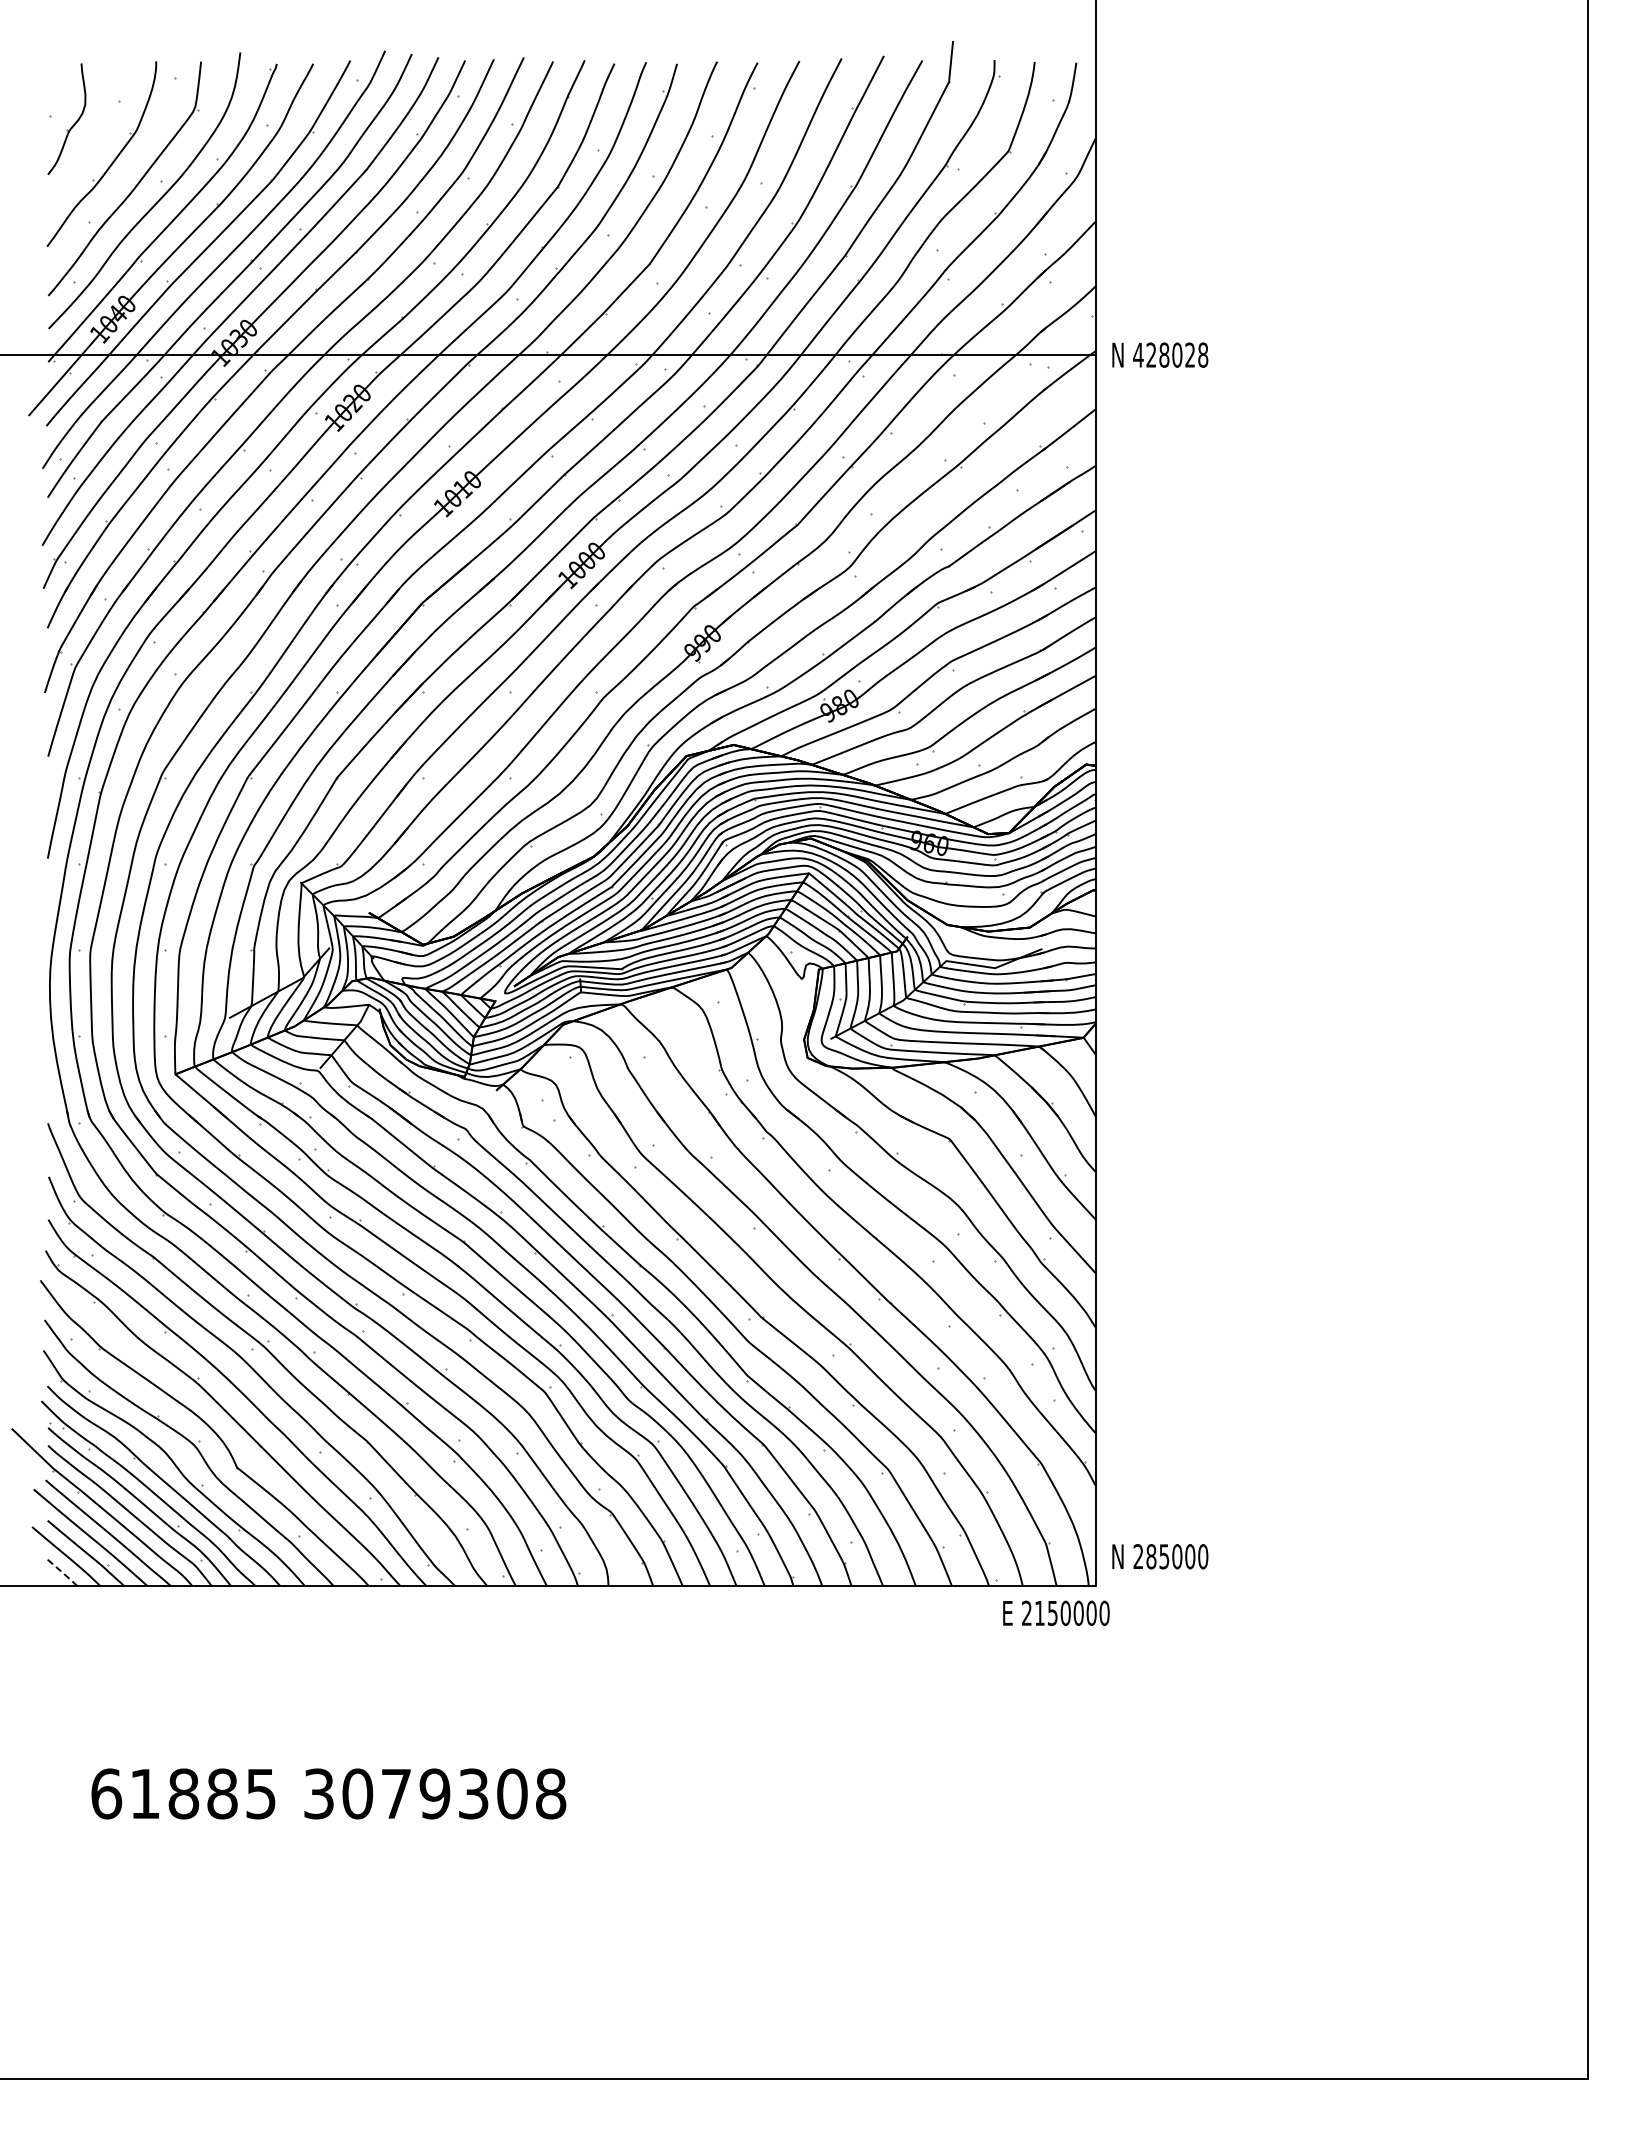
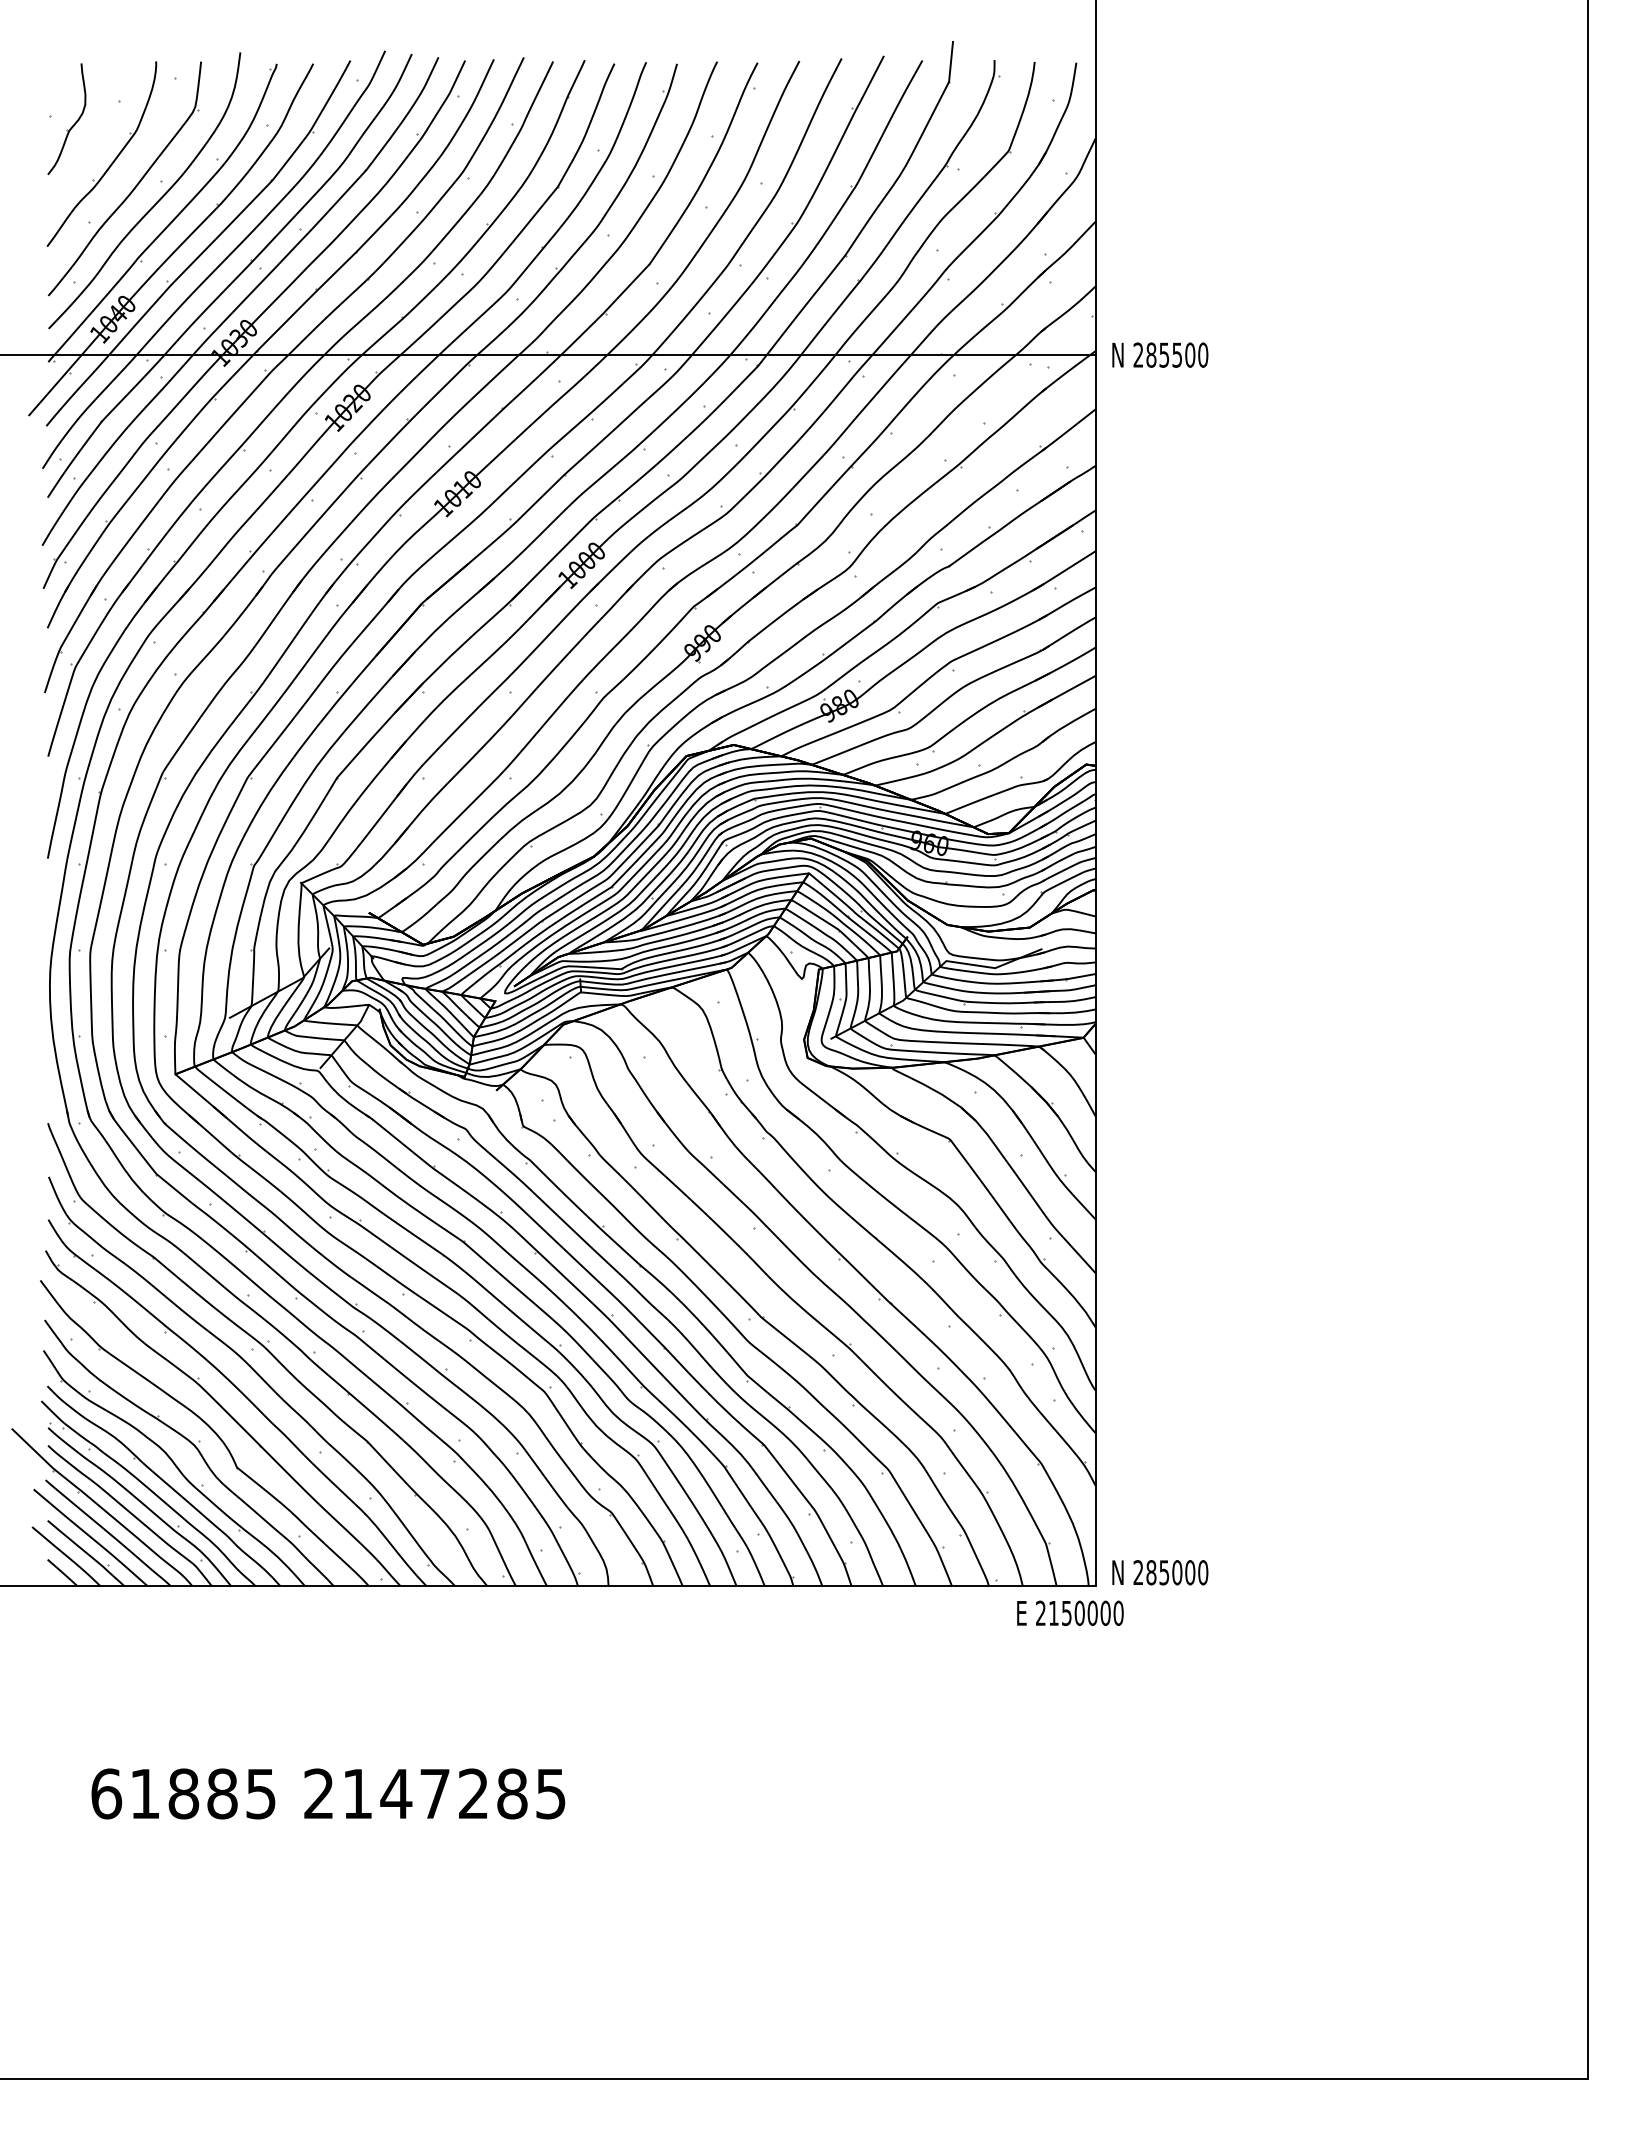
text at (1170, 354): 428028 -> 285500
text at (1160, 1556) position: (1160, 1556) -> (1160, 1572)
line at (62, 1572): dashed -> solid
text at (1056, 1612) position: (1056, 1612) -> (1070, 1612)
text at (435, 1793): 3079308 -> 2147285
